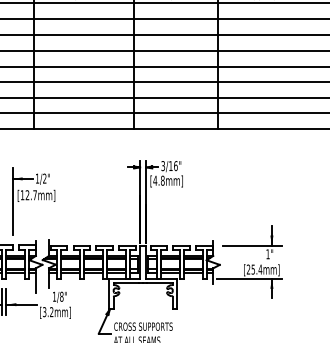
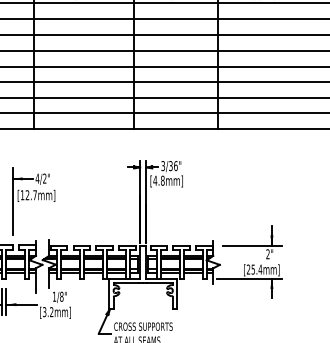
text at (170, 166): 3/16" -> 3/36"
text at (37, 178): 1/2" -> 4/2"
text at (267, 254): 1" -> 2"
